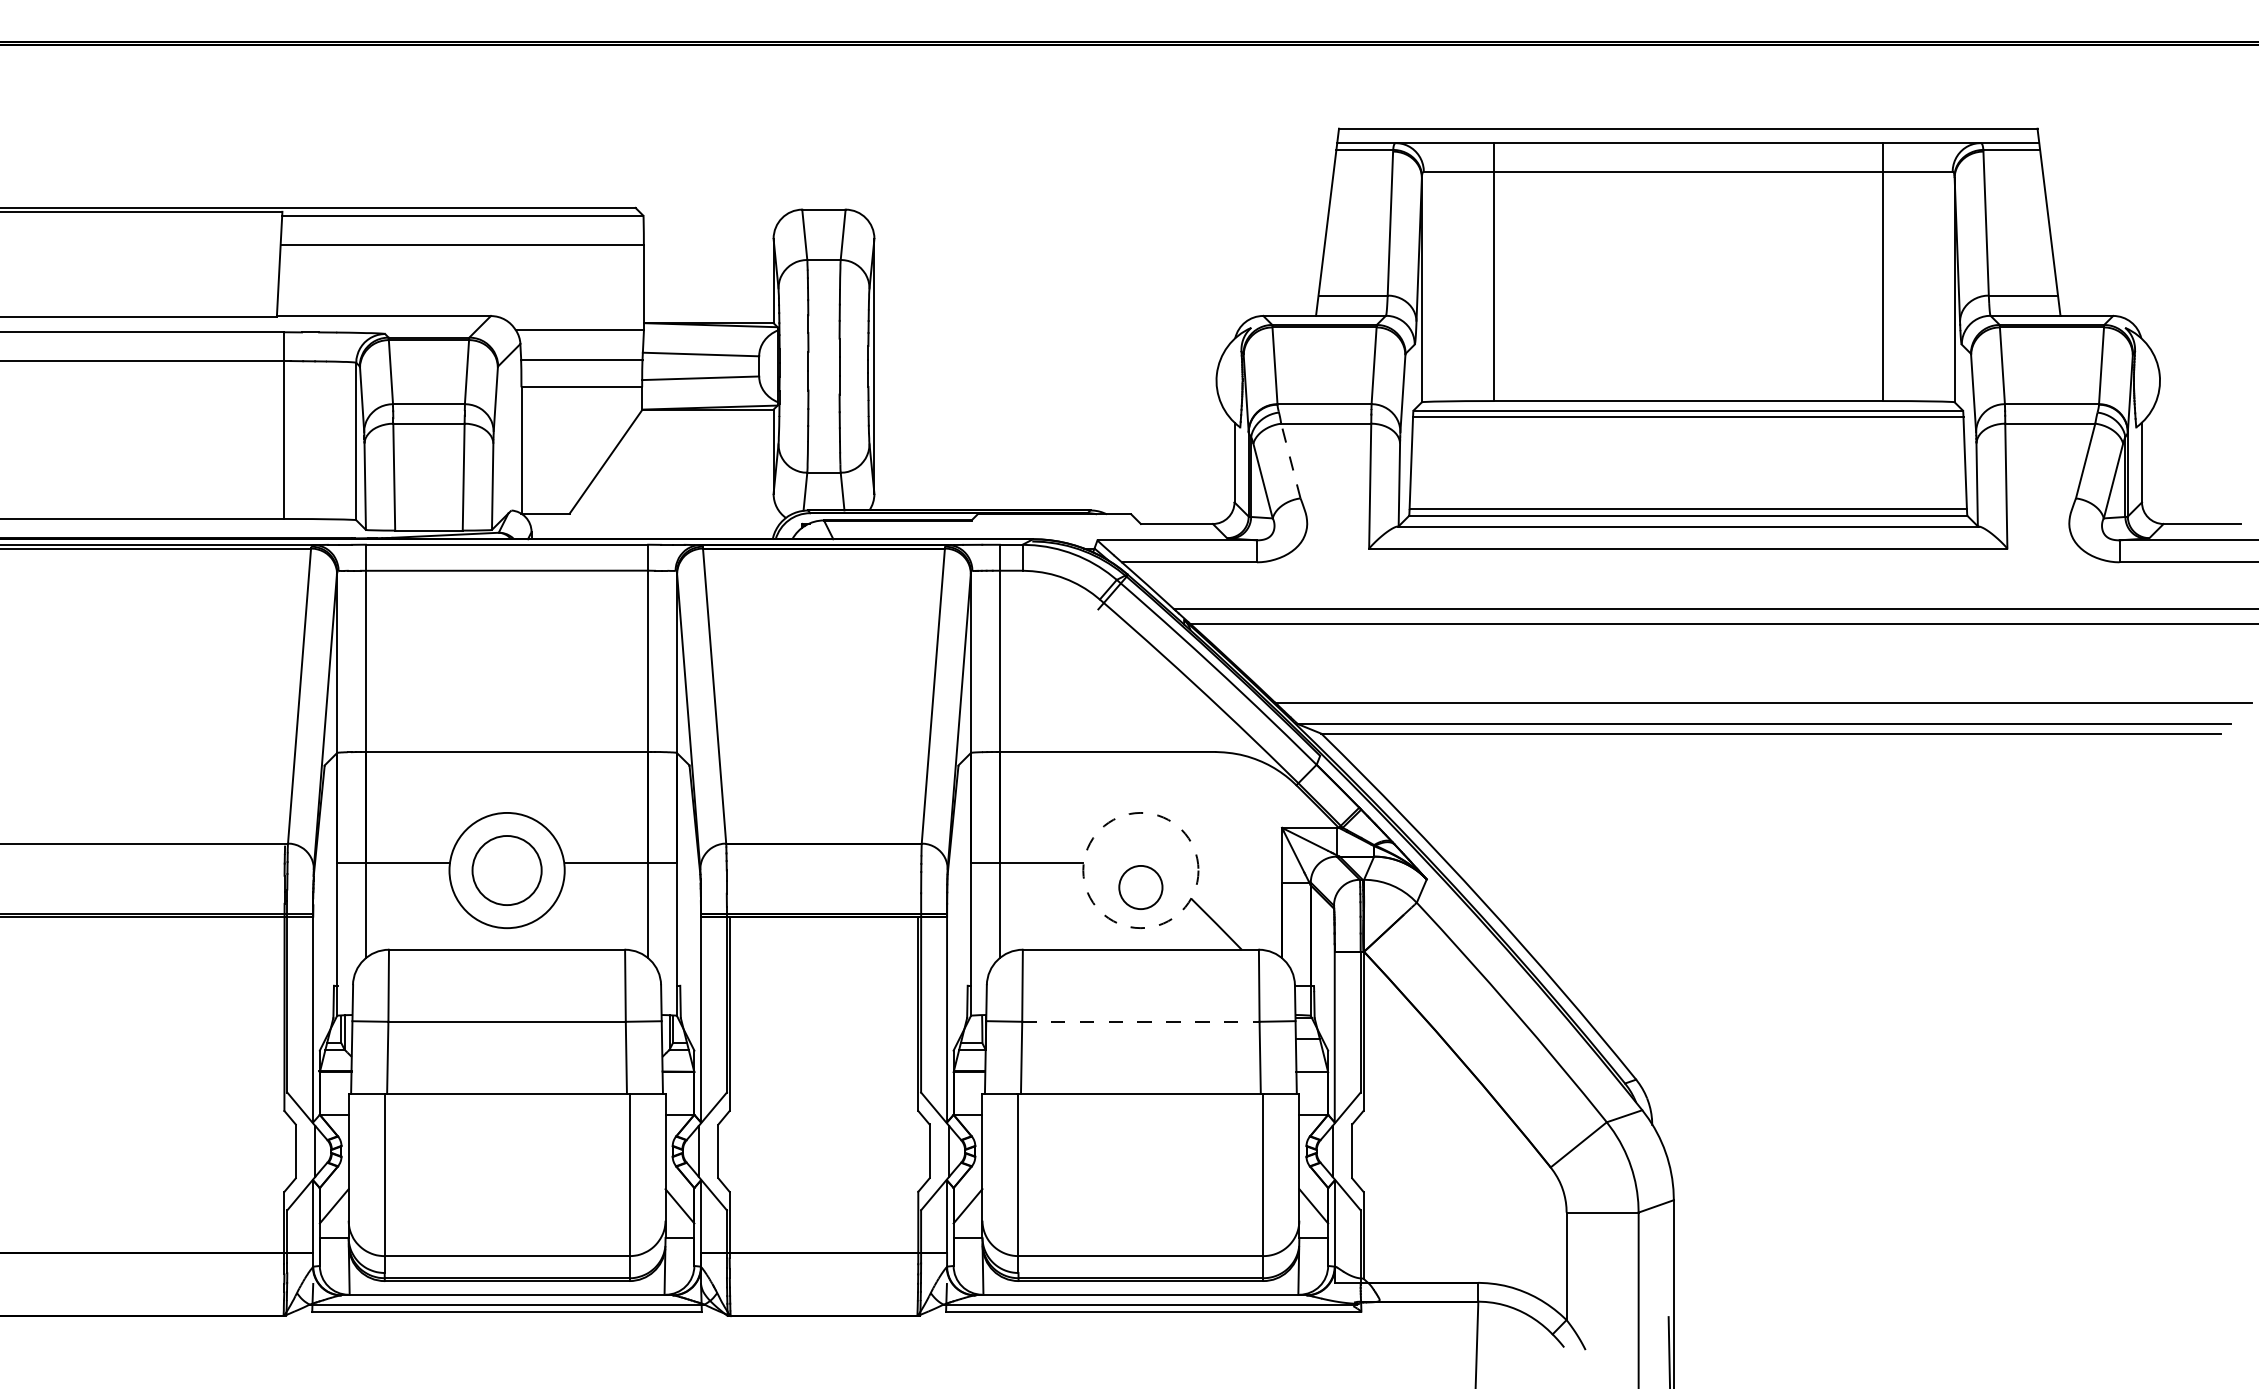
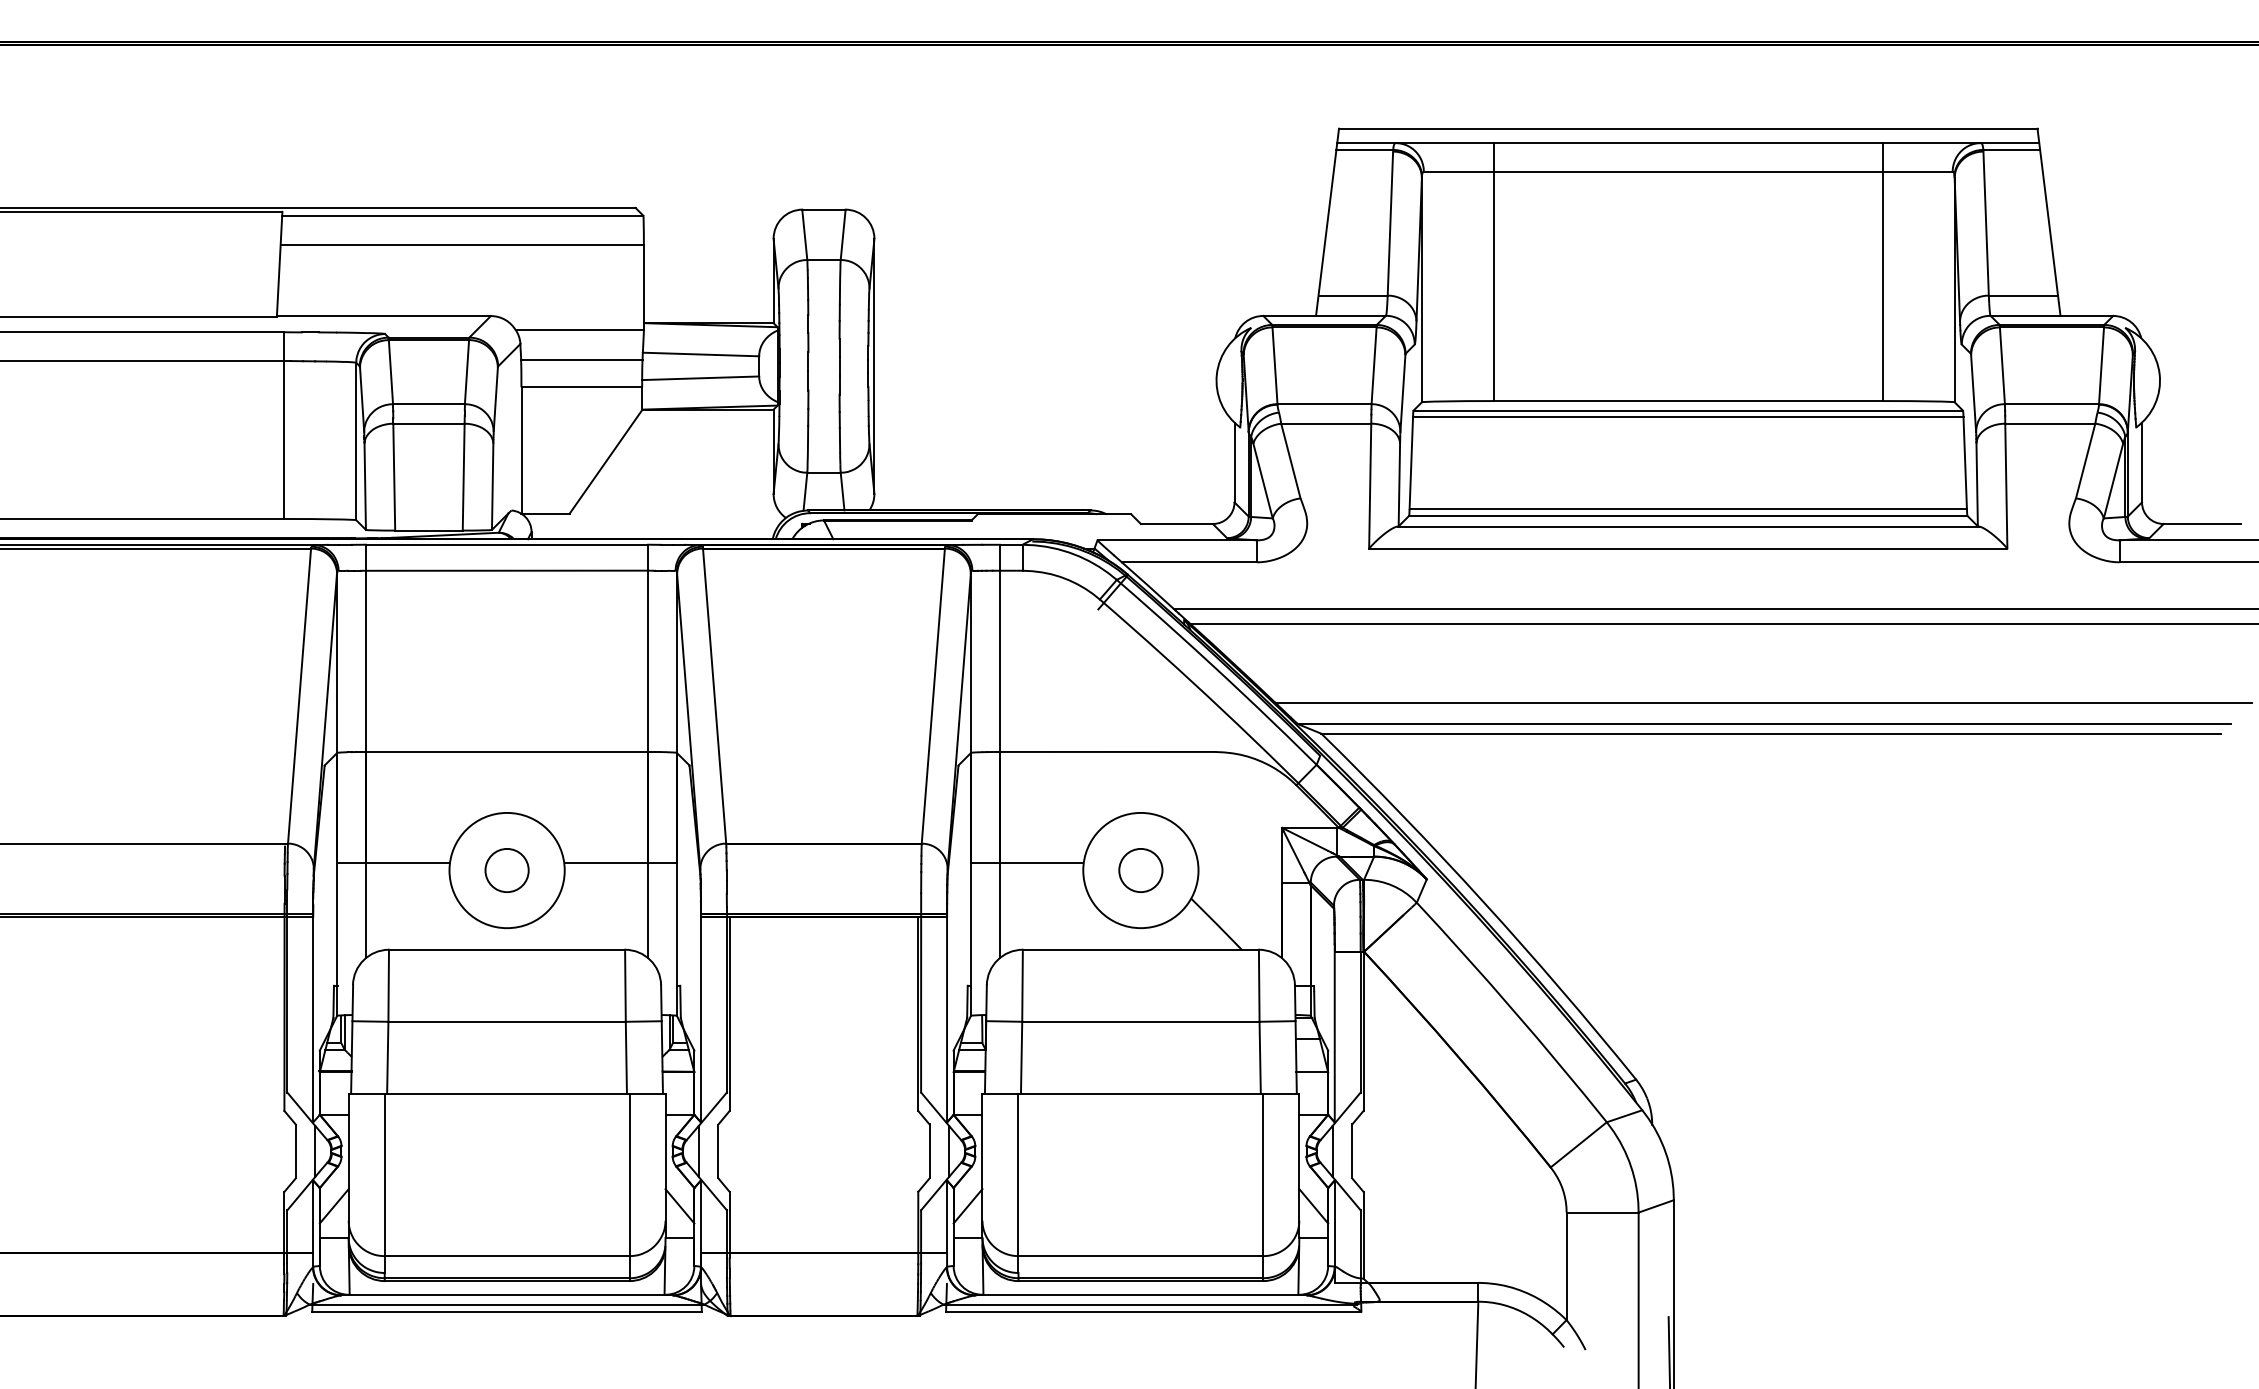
line at (1290, 461): dashed -> solid
circle at (506, 870) diameter: 69 px -> 43 px
circle at (1140, 870): dashed -> solid
circle at (1140, 887) position: (1140, 887) -> (1140, 870)
line at (1140, 1021): dashed -> solid
